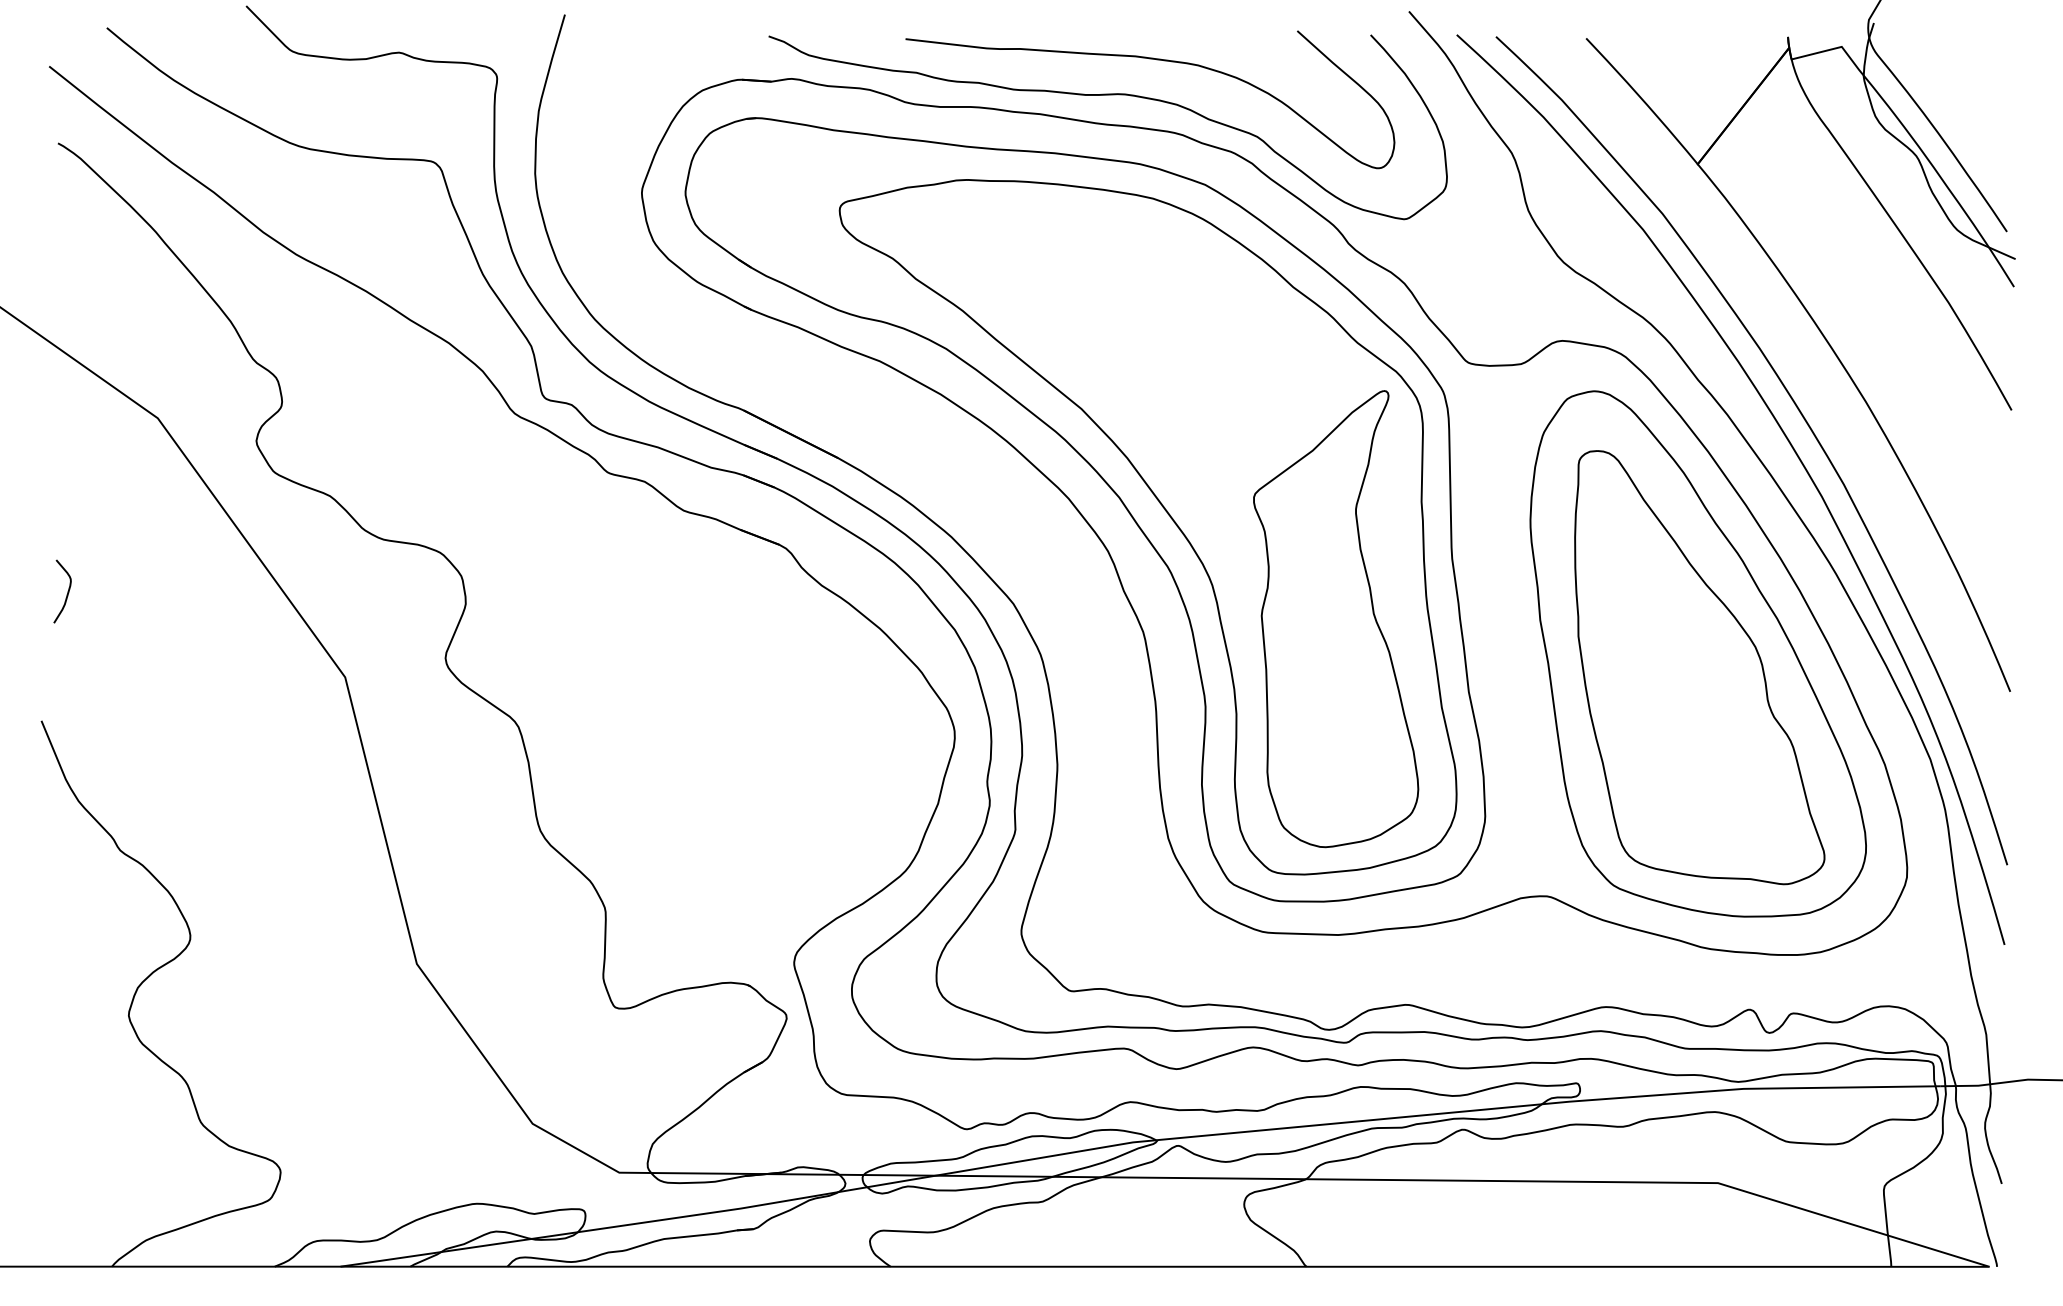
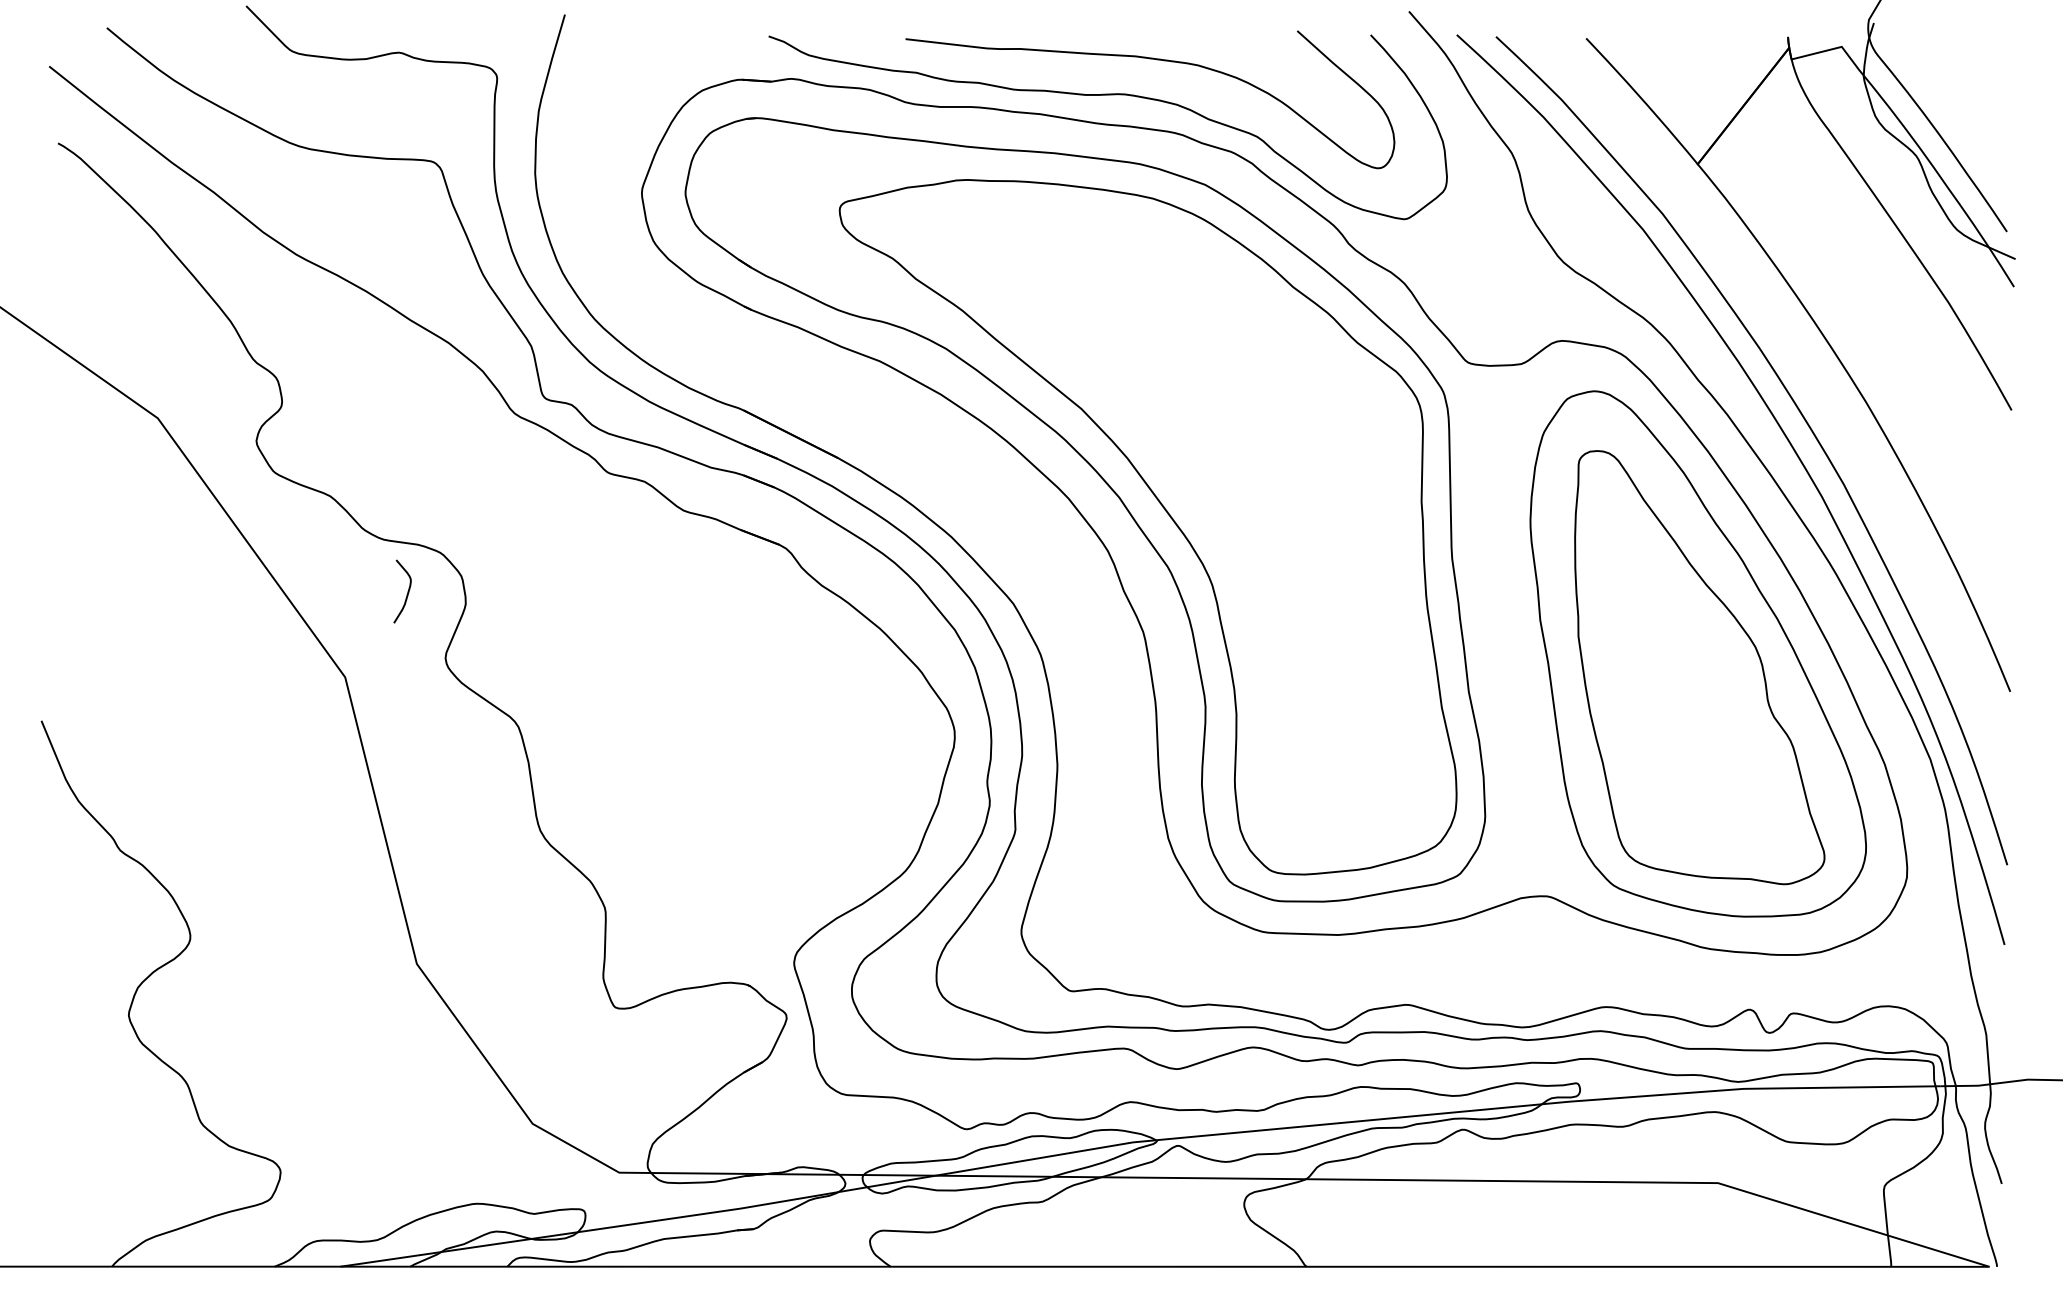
curve at (67, 591) position: (67, 591) -> (407, 591)
part at (1336, 619): present -> none
